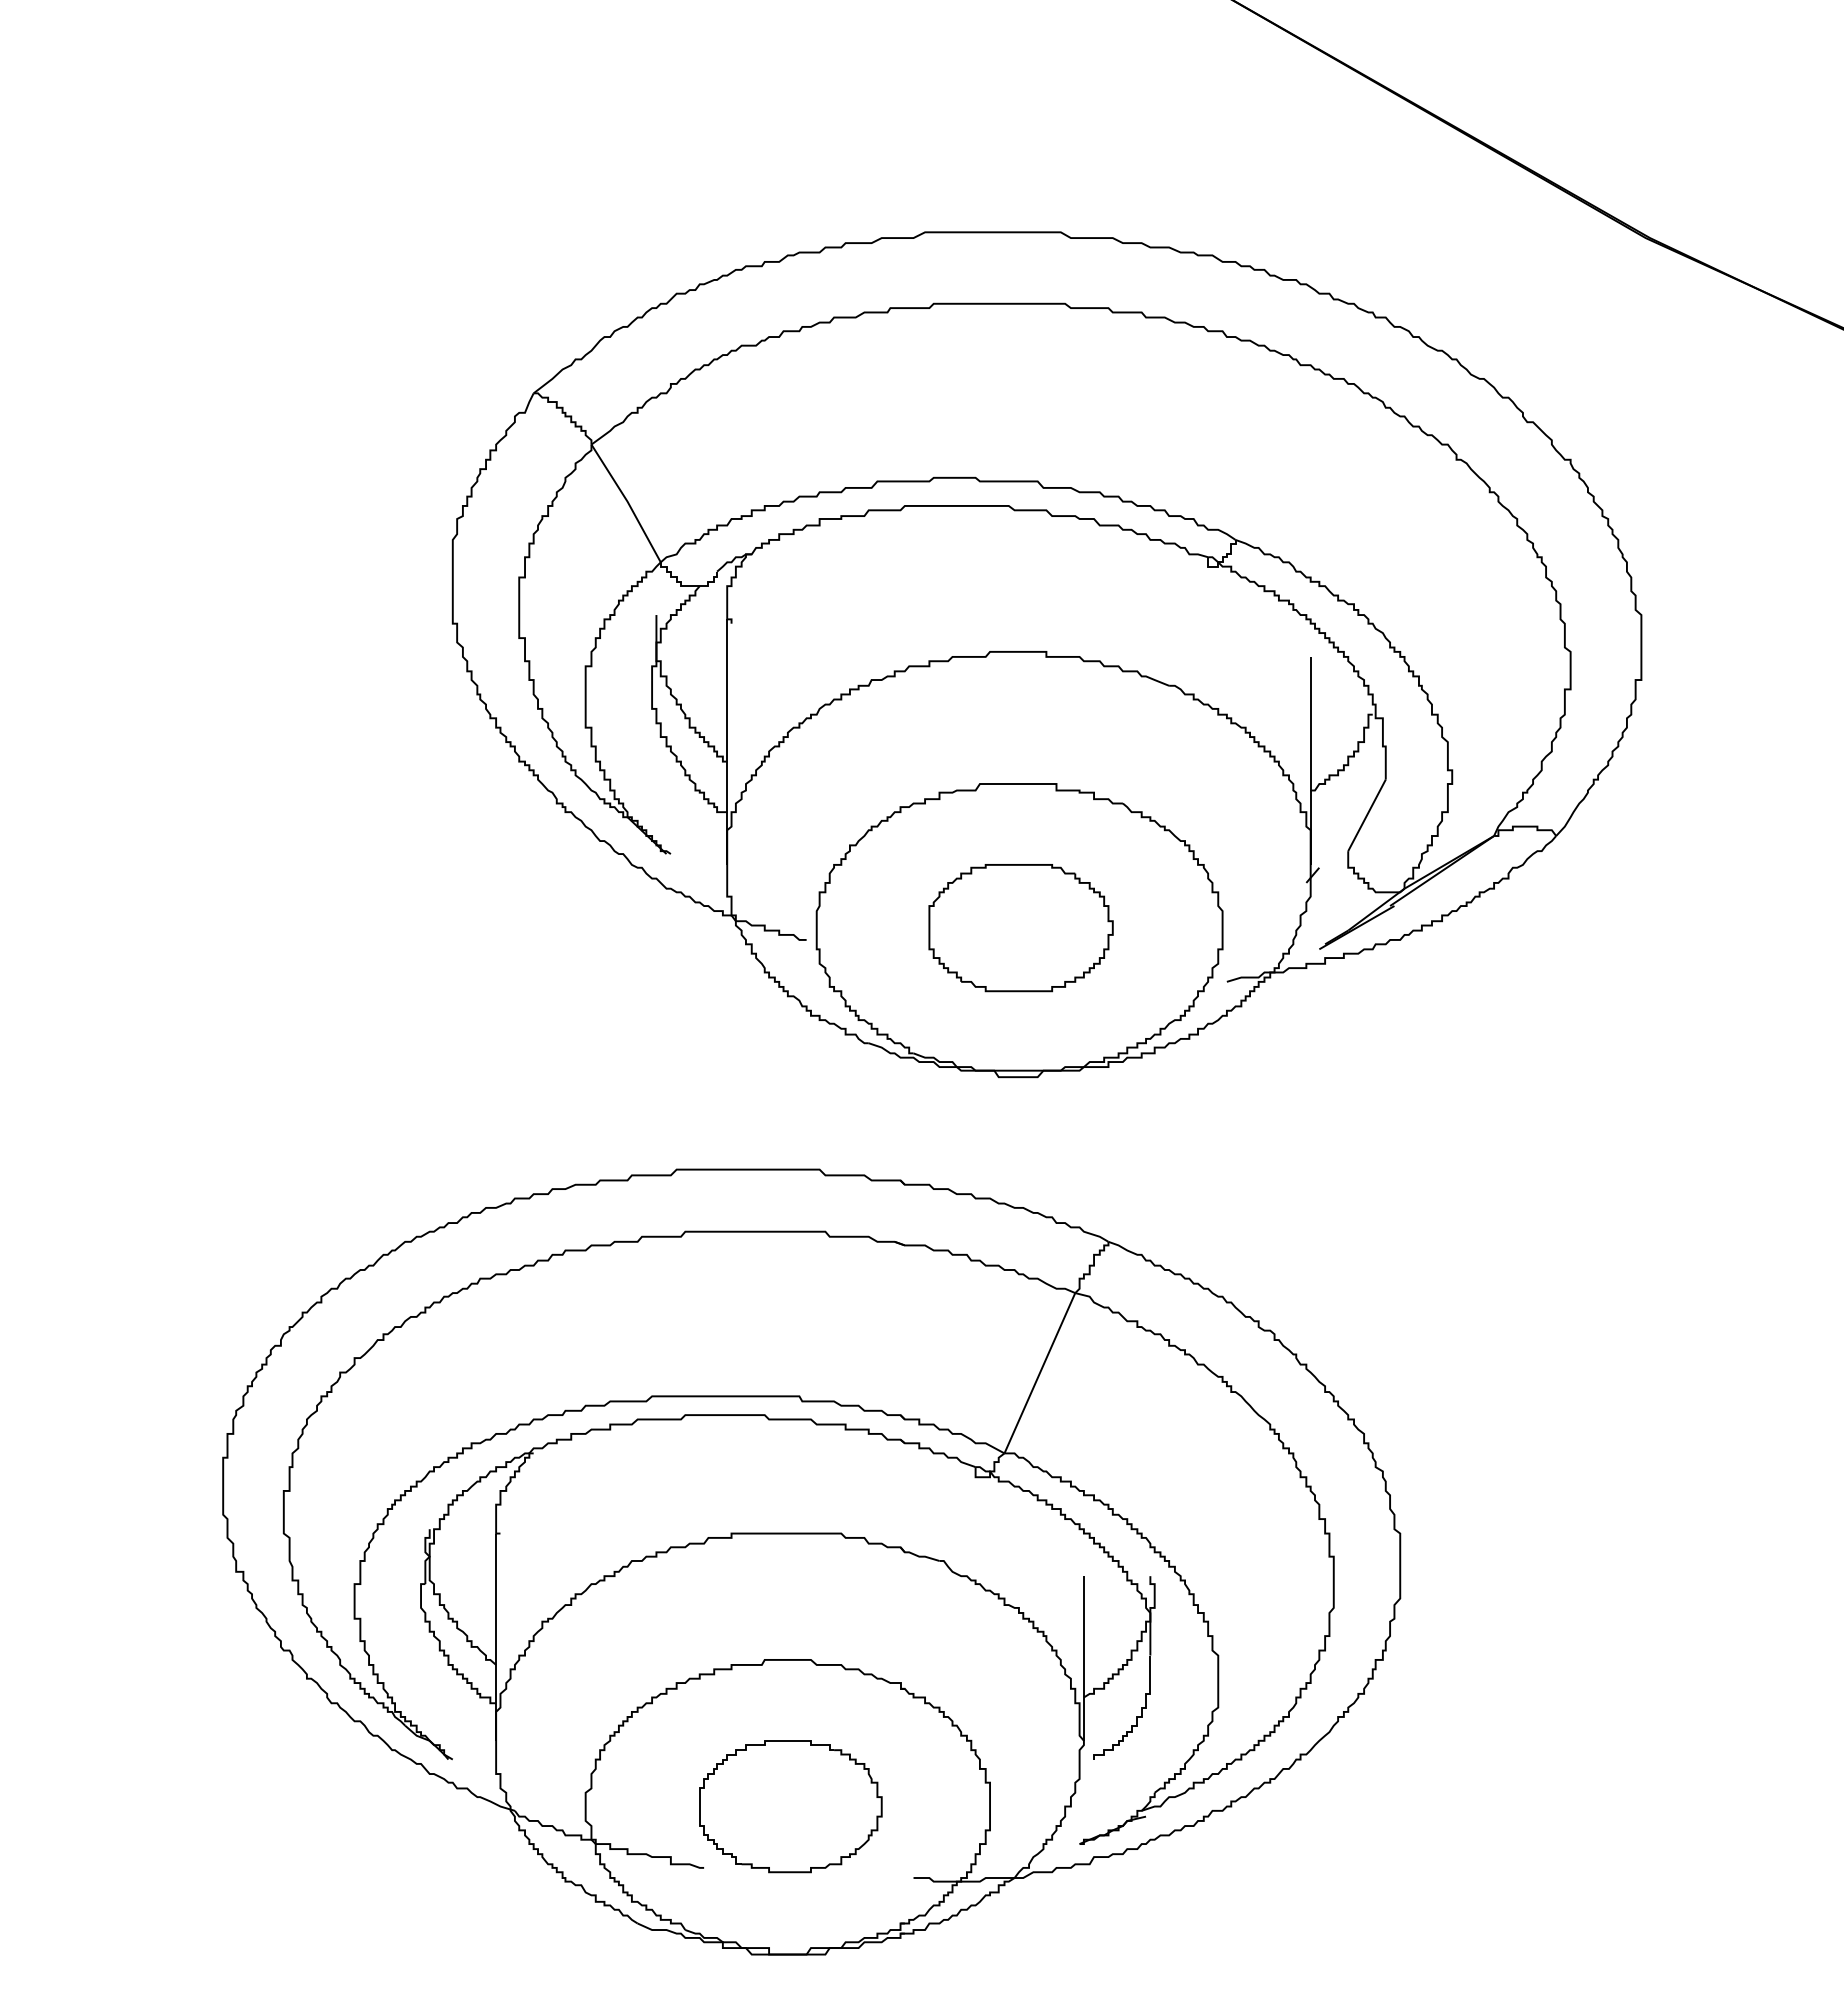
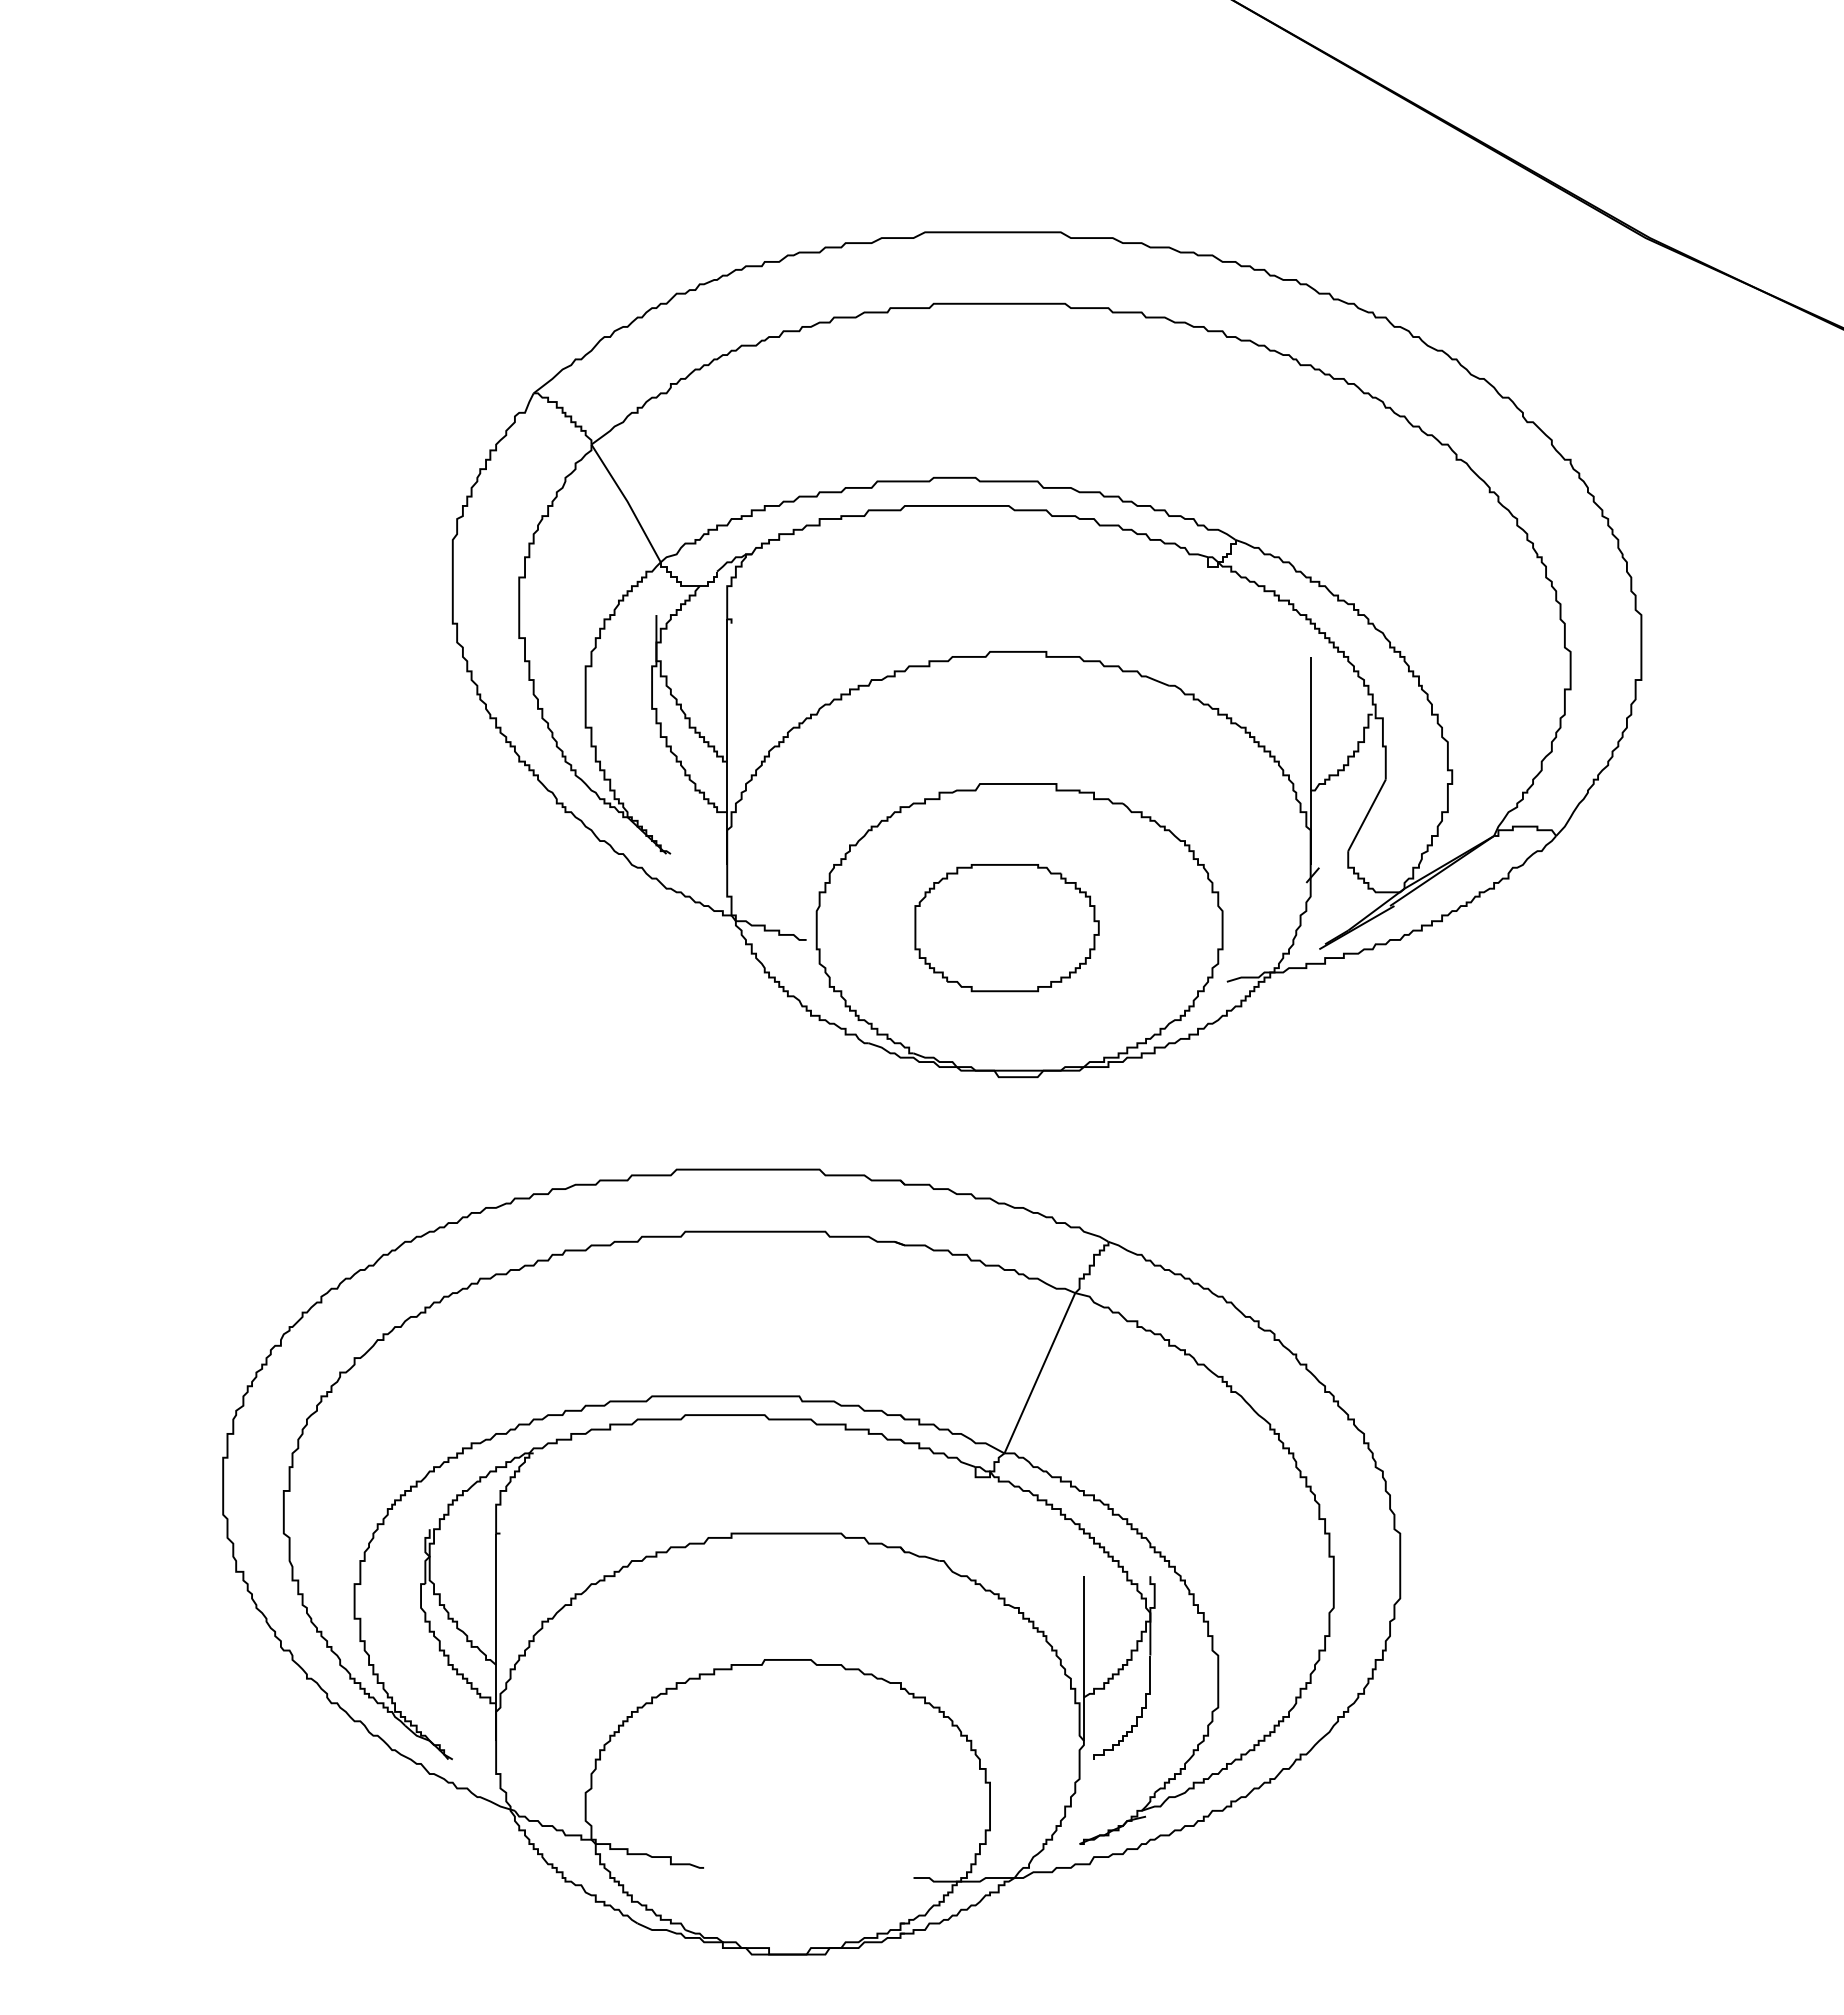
part at (1020, 928) position: (1020, 928) -> (1006, 928)
part at (790, 1806): present -> none
